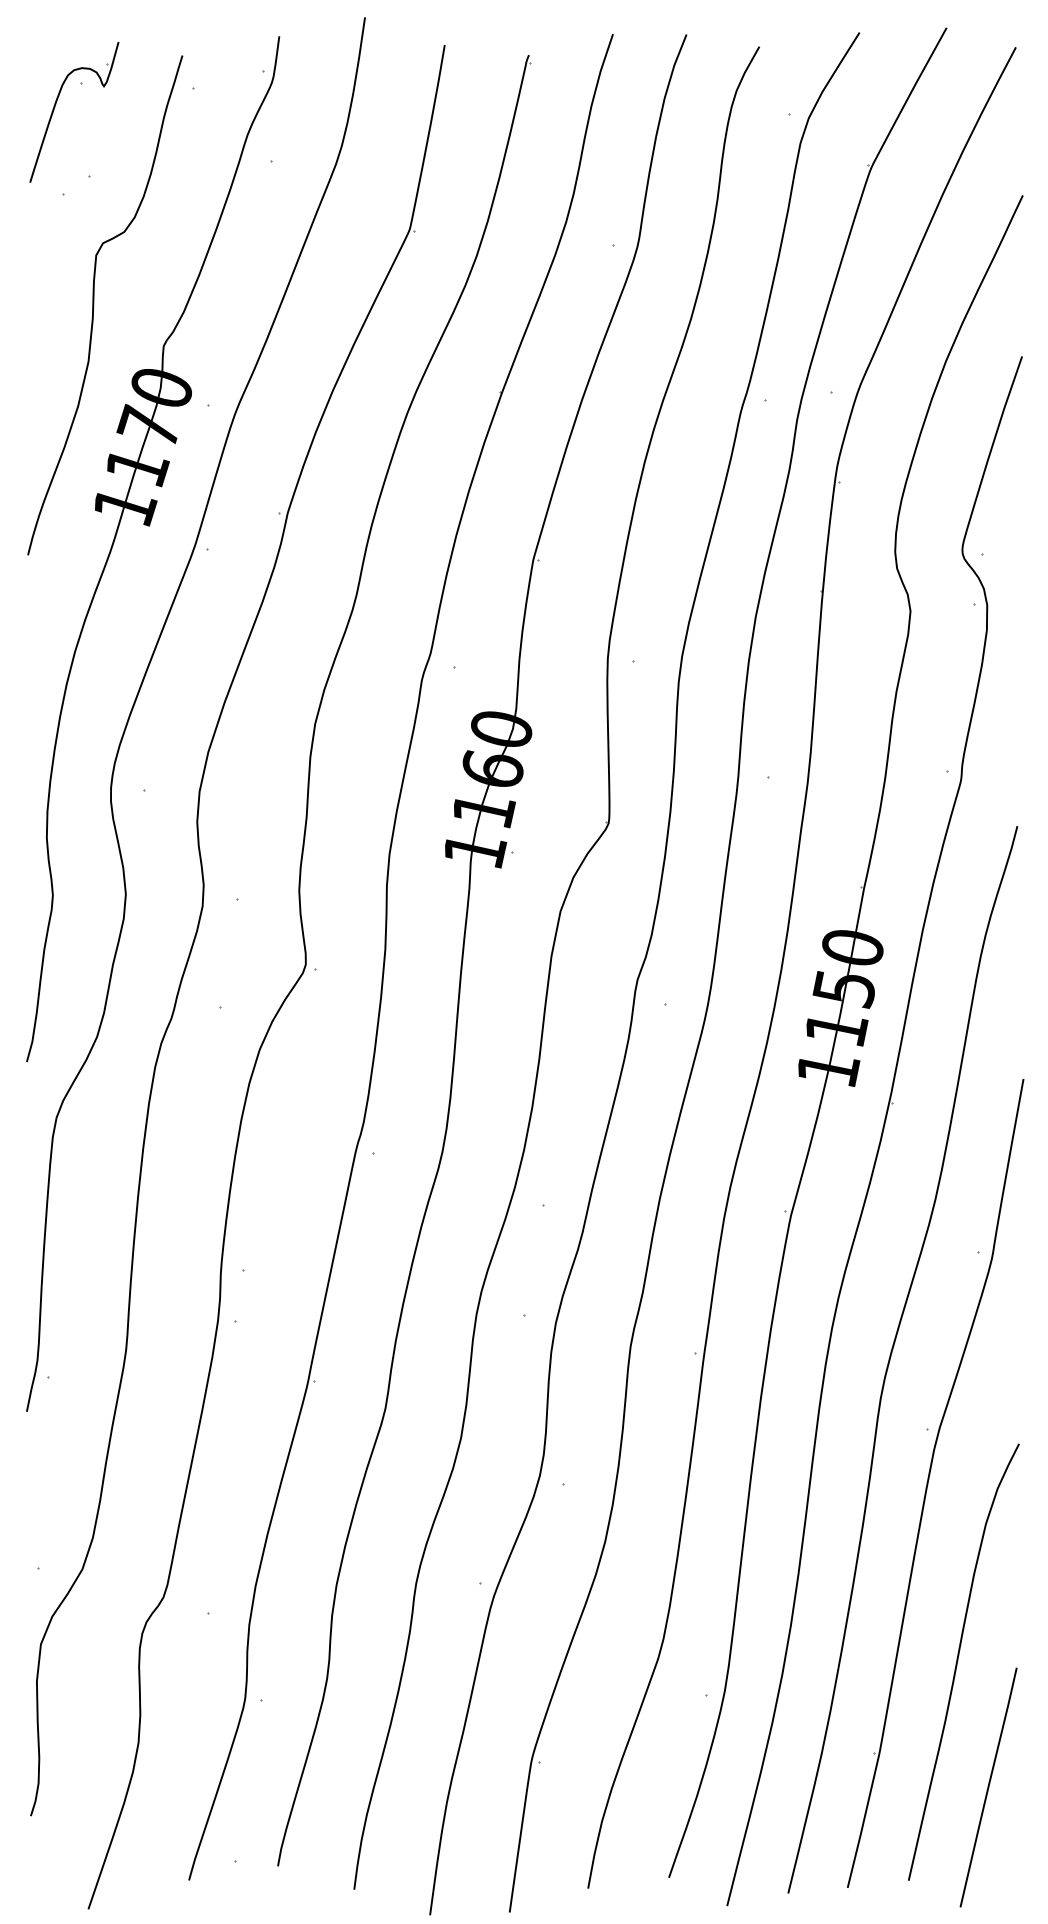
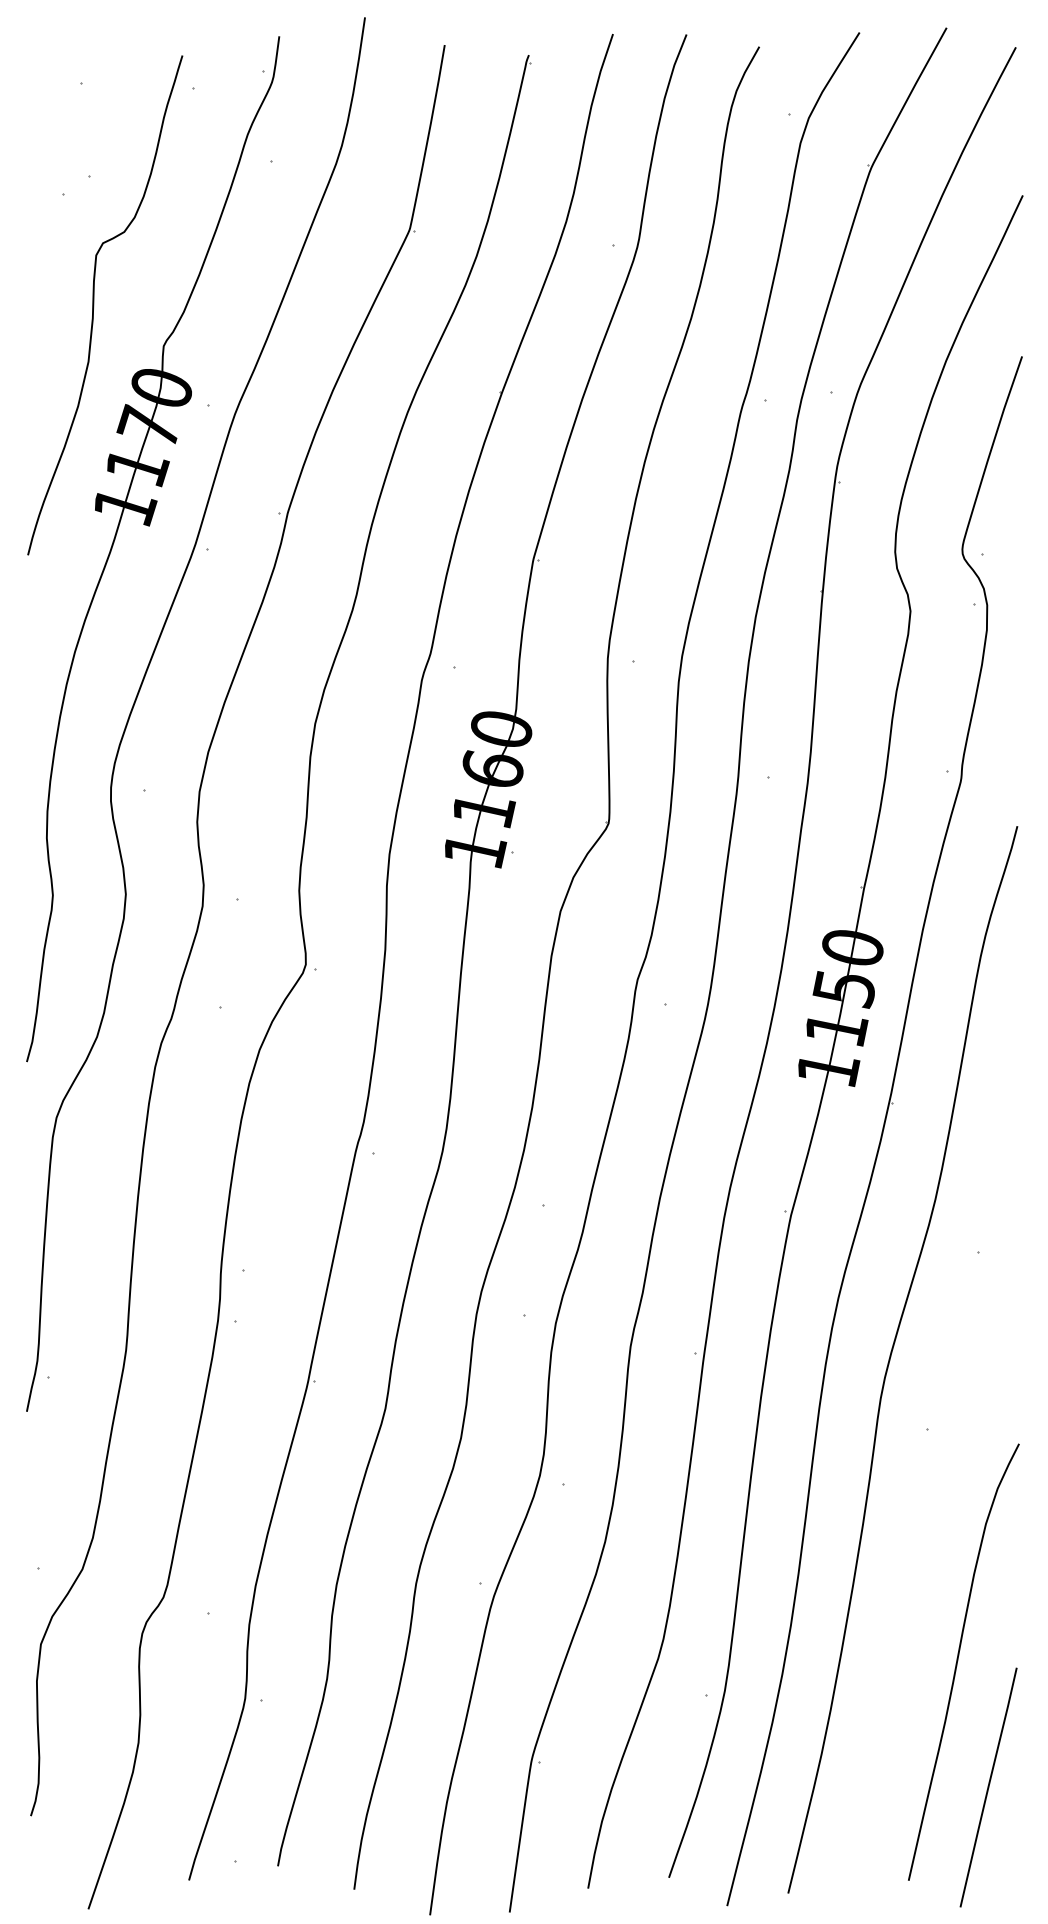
part at (55, 107): present -> none
part at (929, 1480): present -> none
